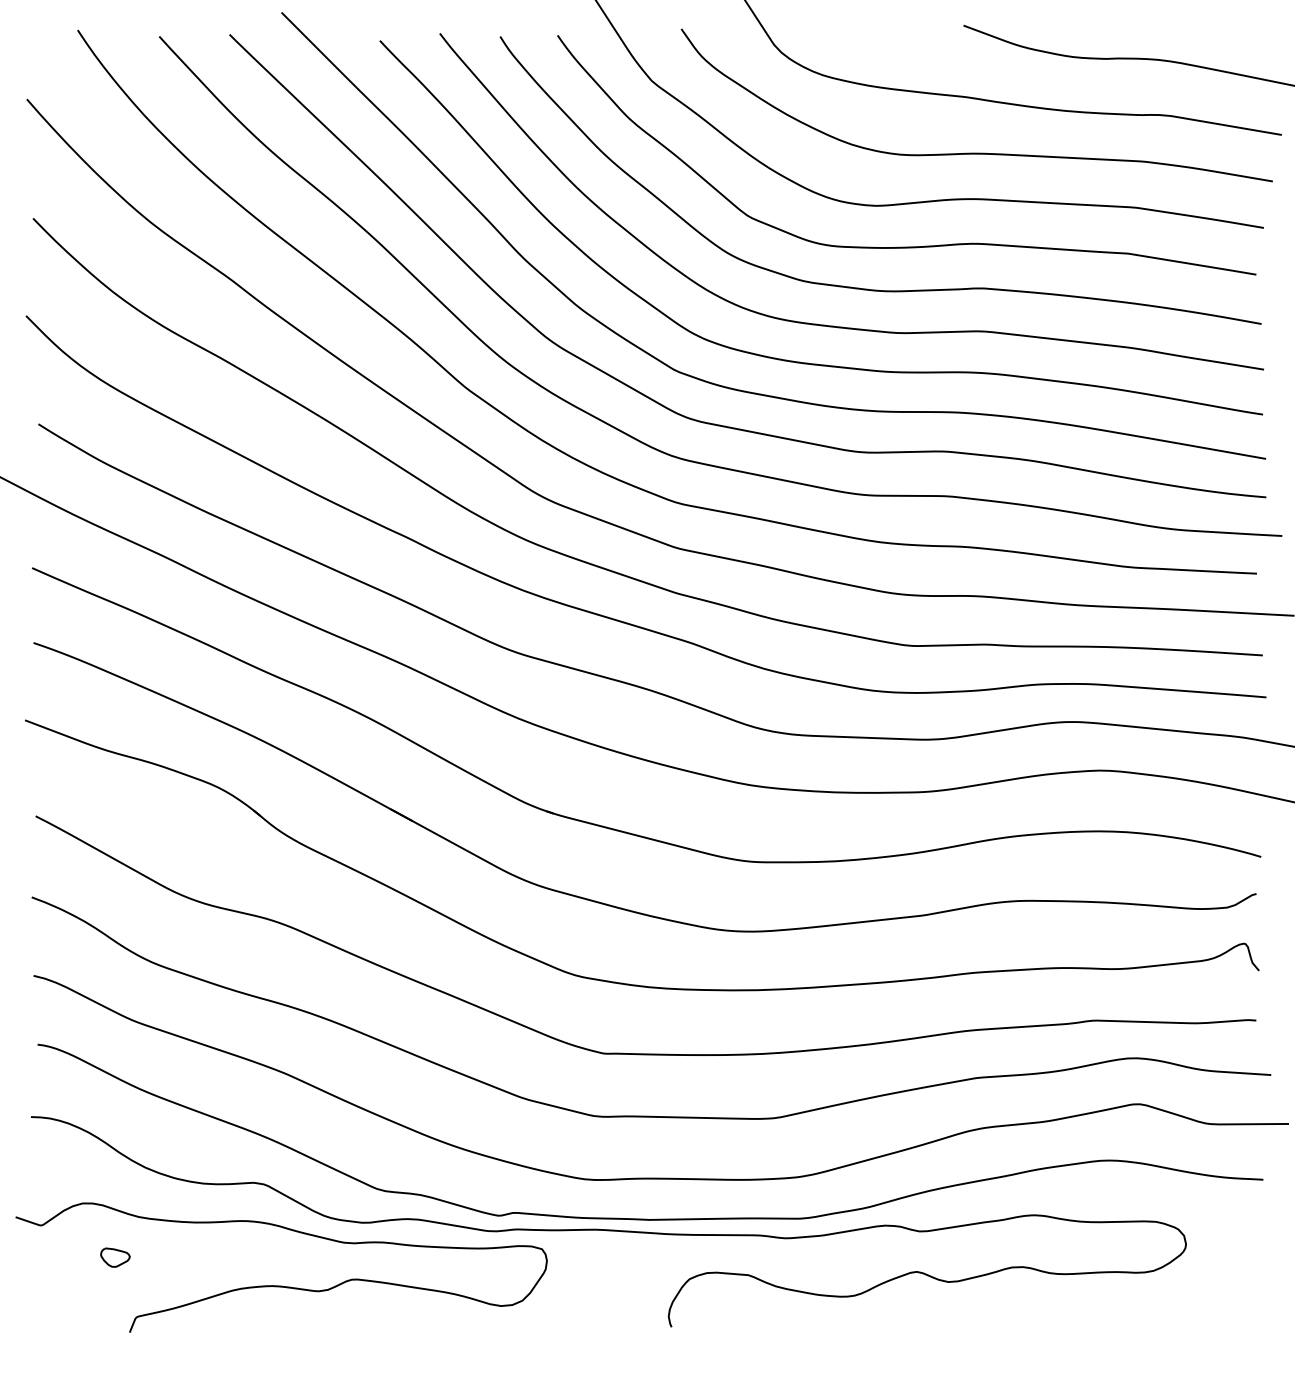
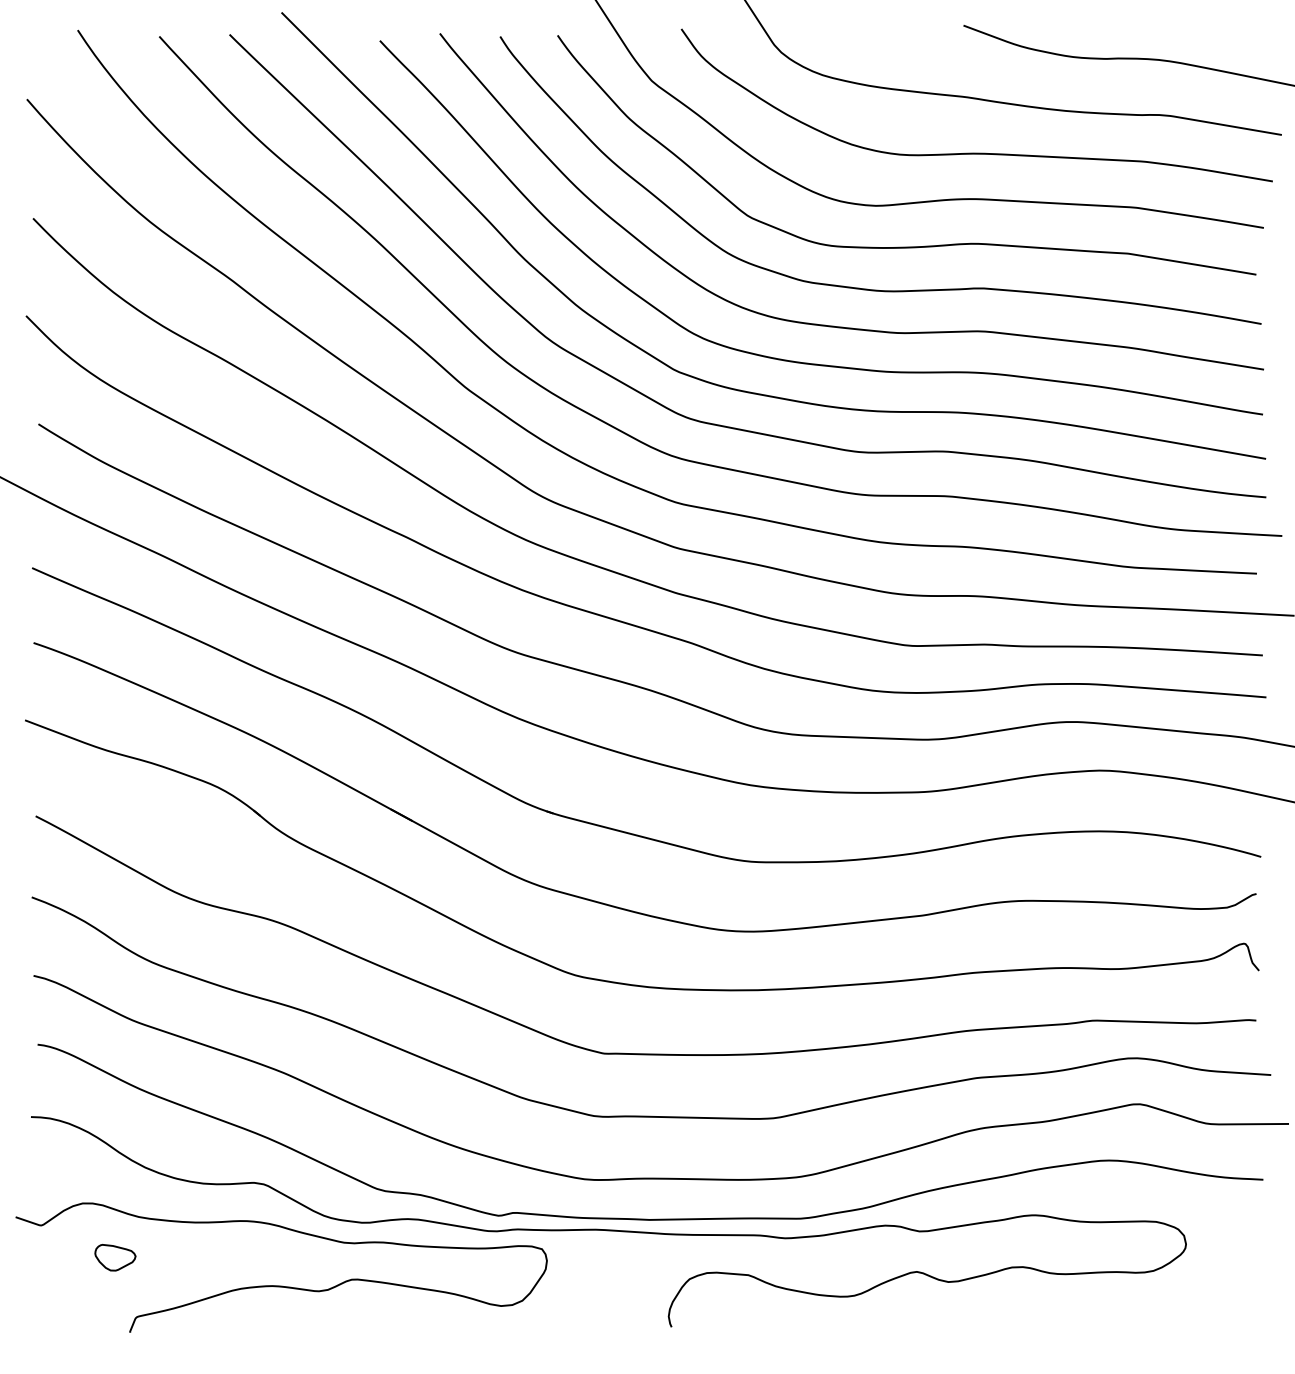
part at (115, 1257) size: 31x21 px -> 43x28 px
